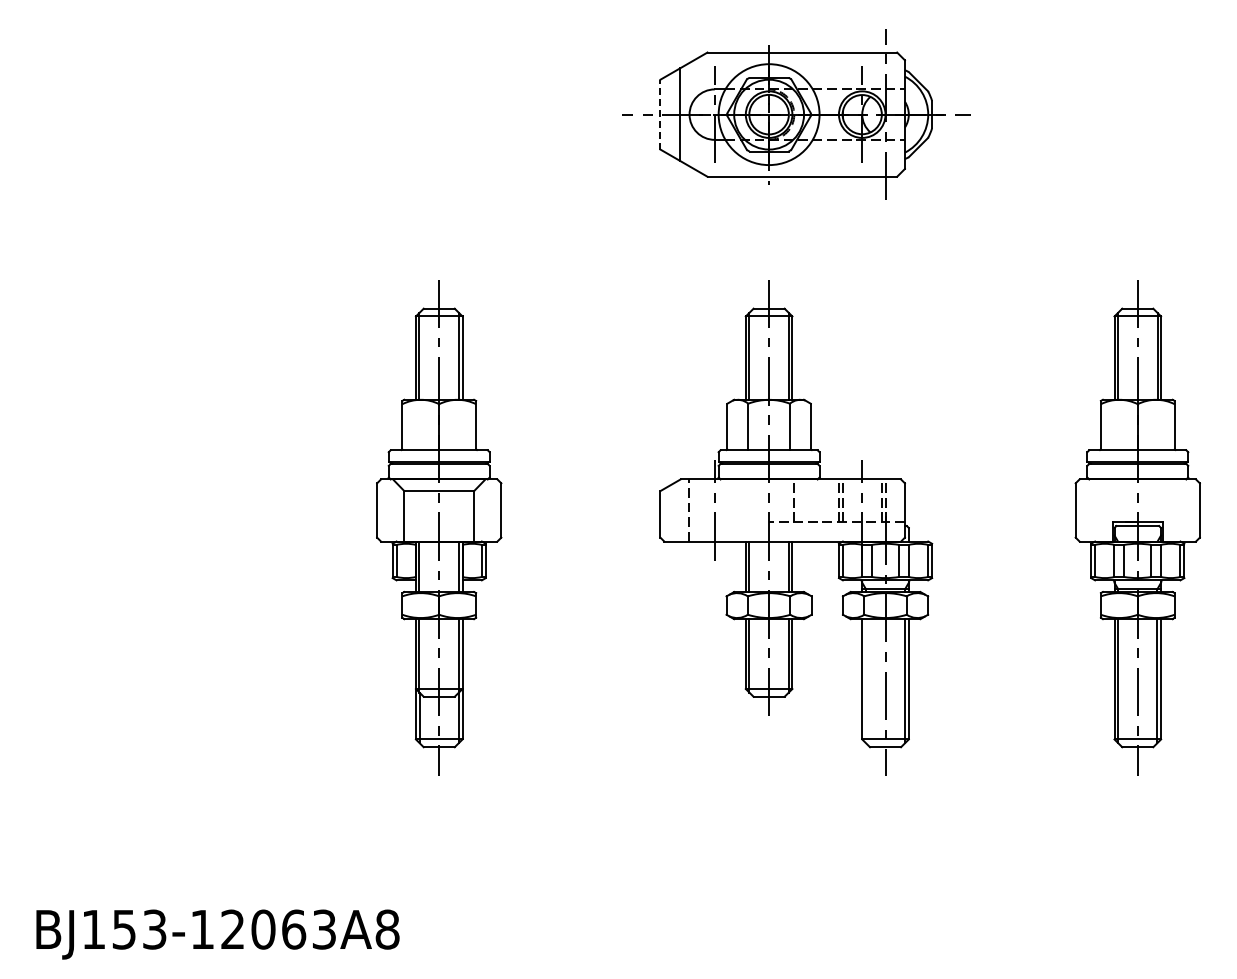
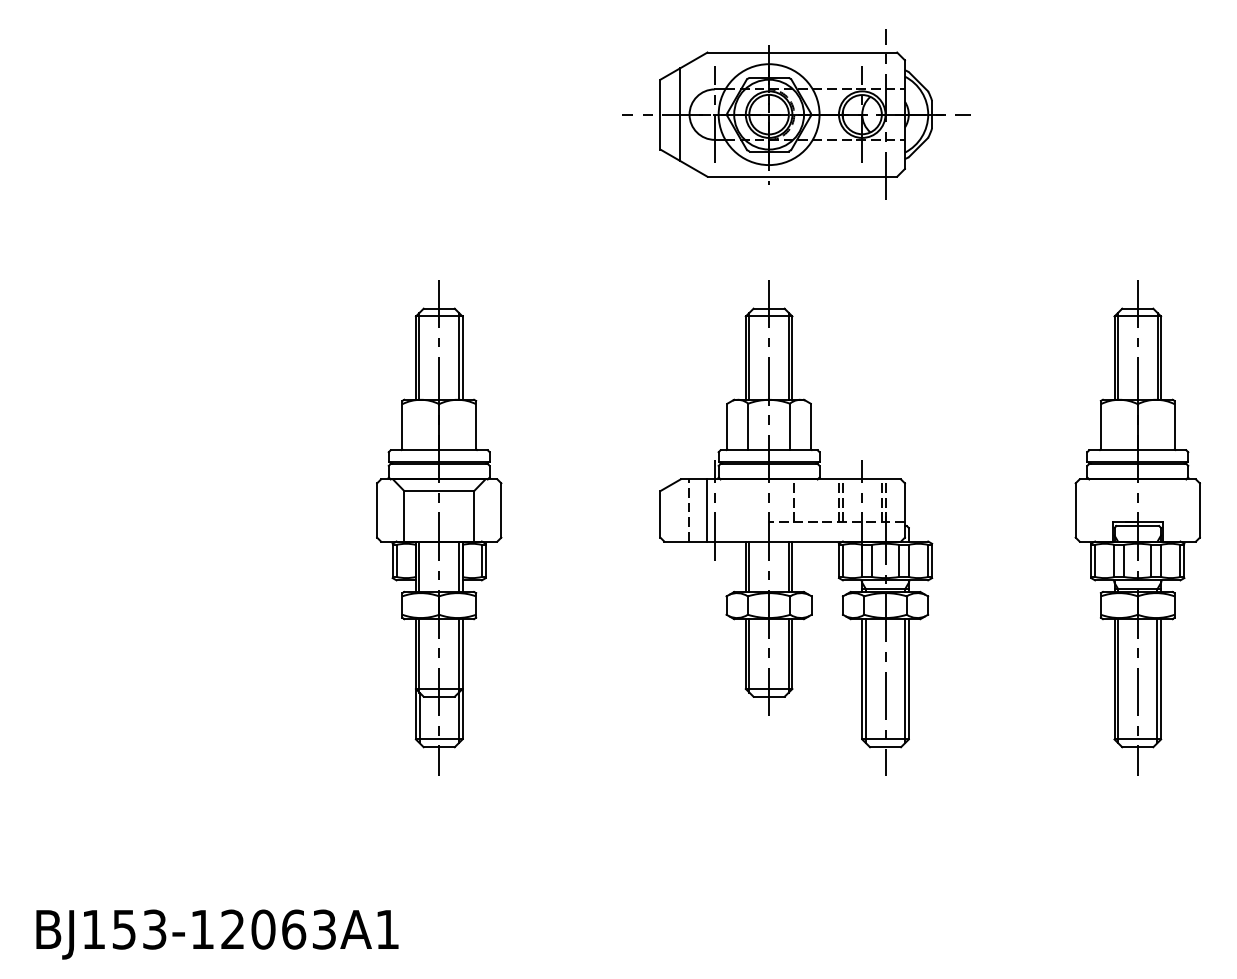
line at (660, 114): dashed -> solid
line at (706, 510): none -> present
line at (865, 681): none -> present
text at (387, 929): BJ153-12063A8 -> BJ153-12063A1
